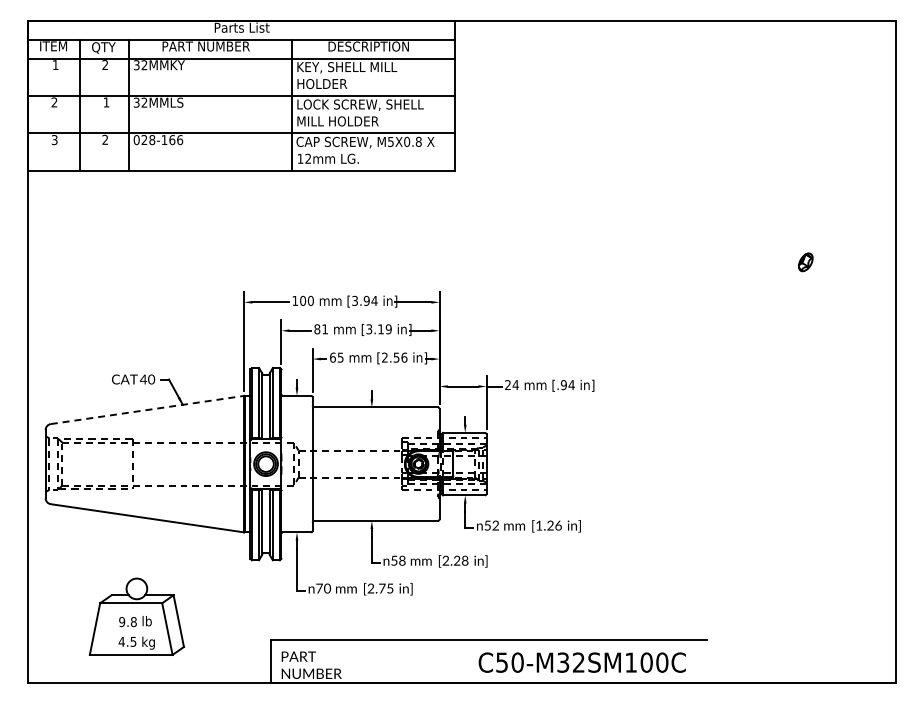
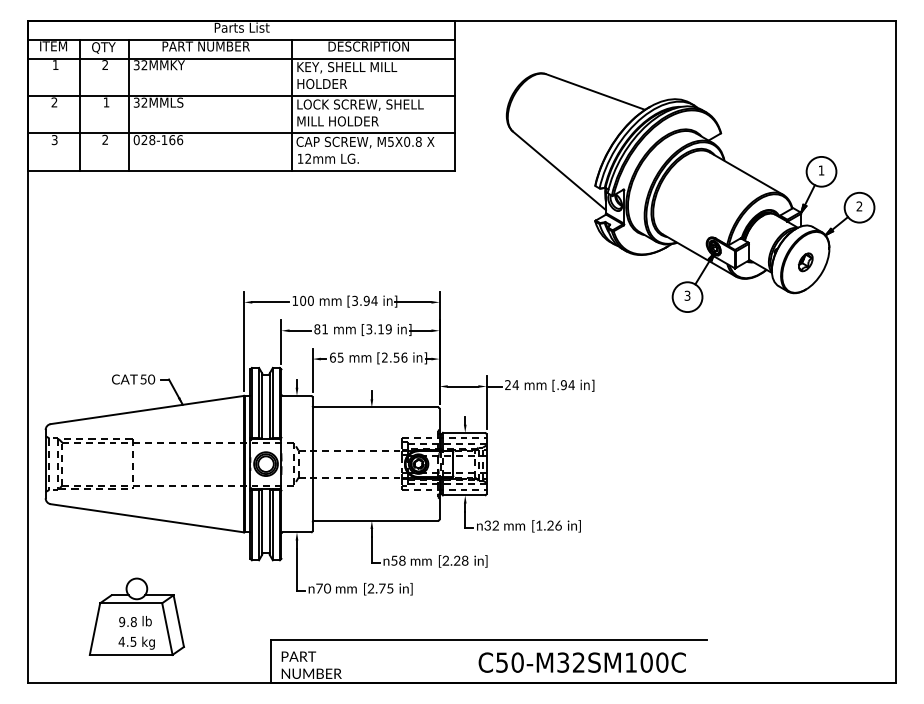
part at (690, 192): none -> present
text at (143, 379): 40 -> 50
line at (147, 410): dashed -> solid
text at (487, 525): 52 -> 32
